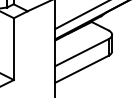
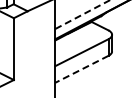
line at (82, 14): solid -> dashed
line at (81, 69): solid -> dashed
